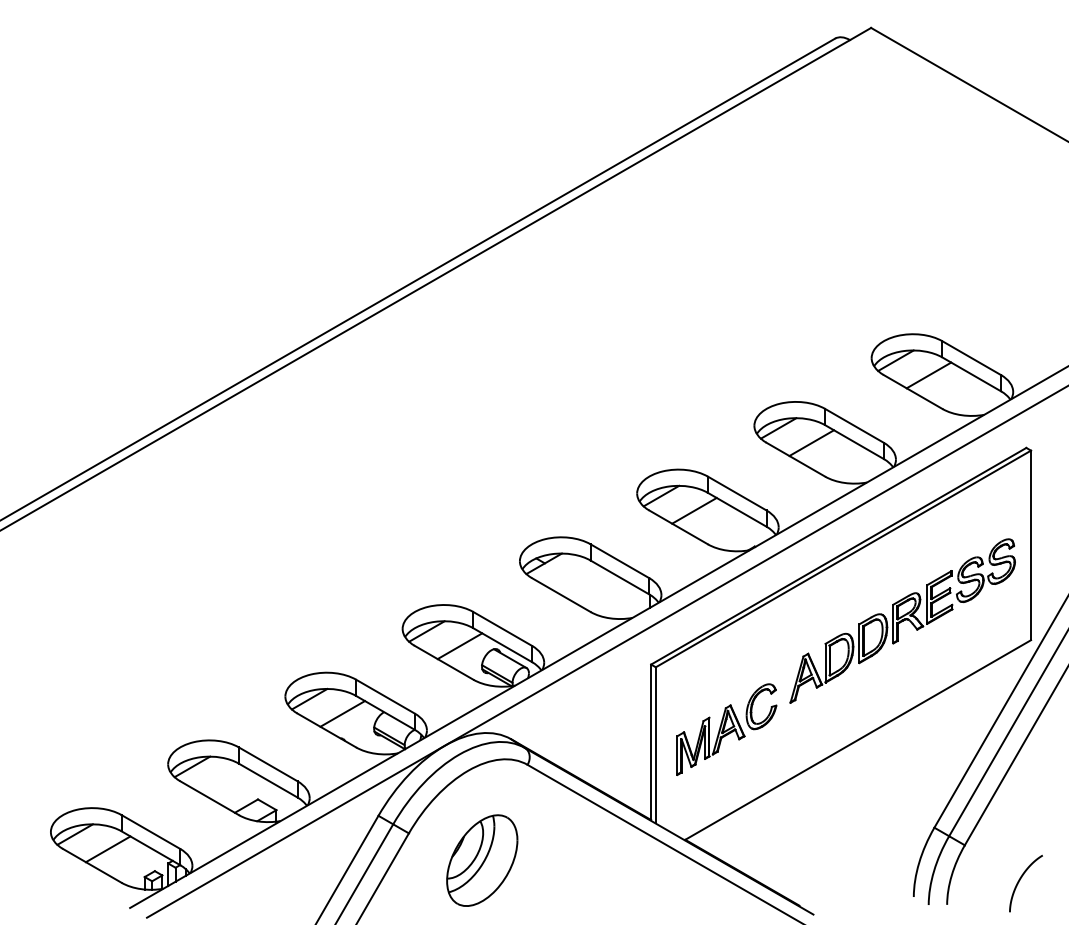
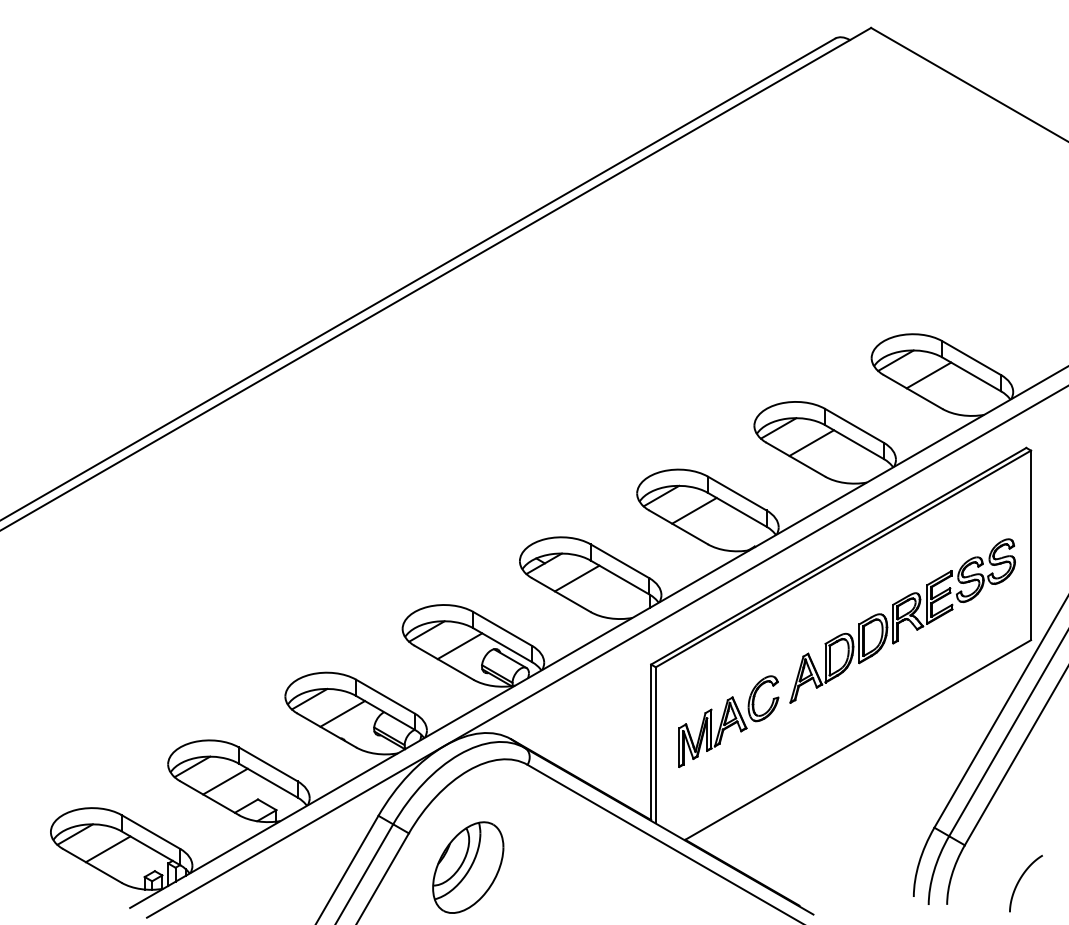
line at (576, 578): none -> present
part at (726, 729) position: (726, 729) -> (728, 721)
line at (225, 781): none -> present
part at (482, 860) position: (482, 860) -> (468, 867)
